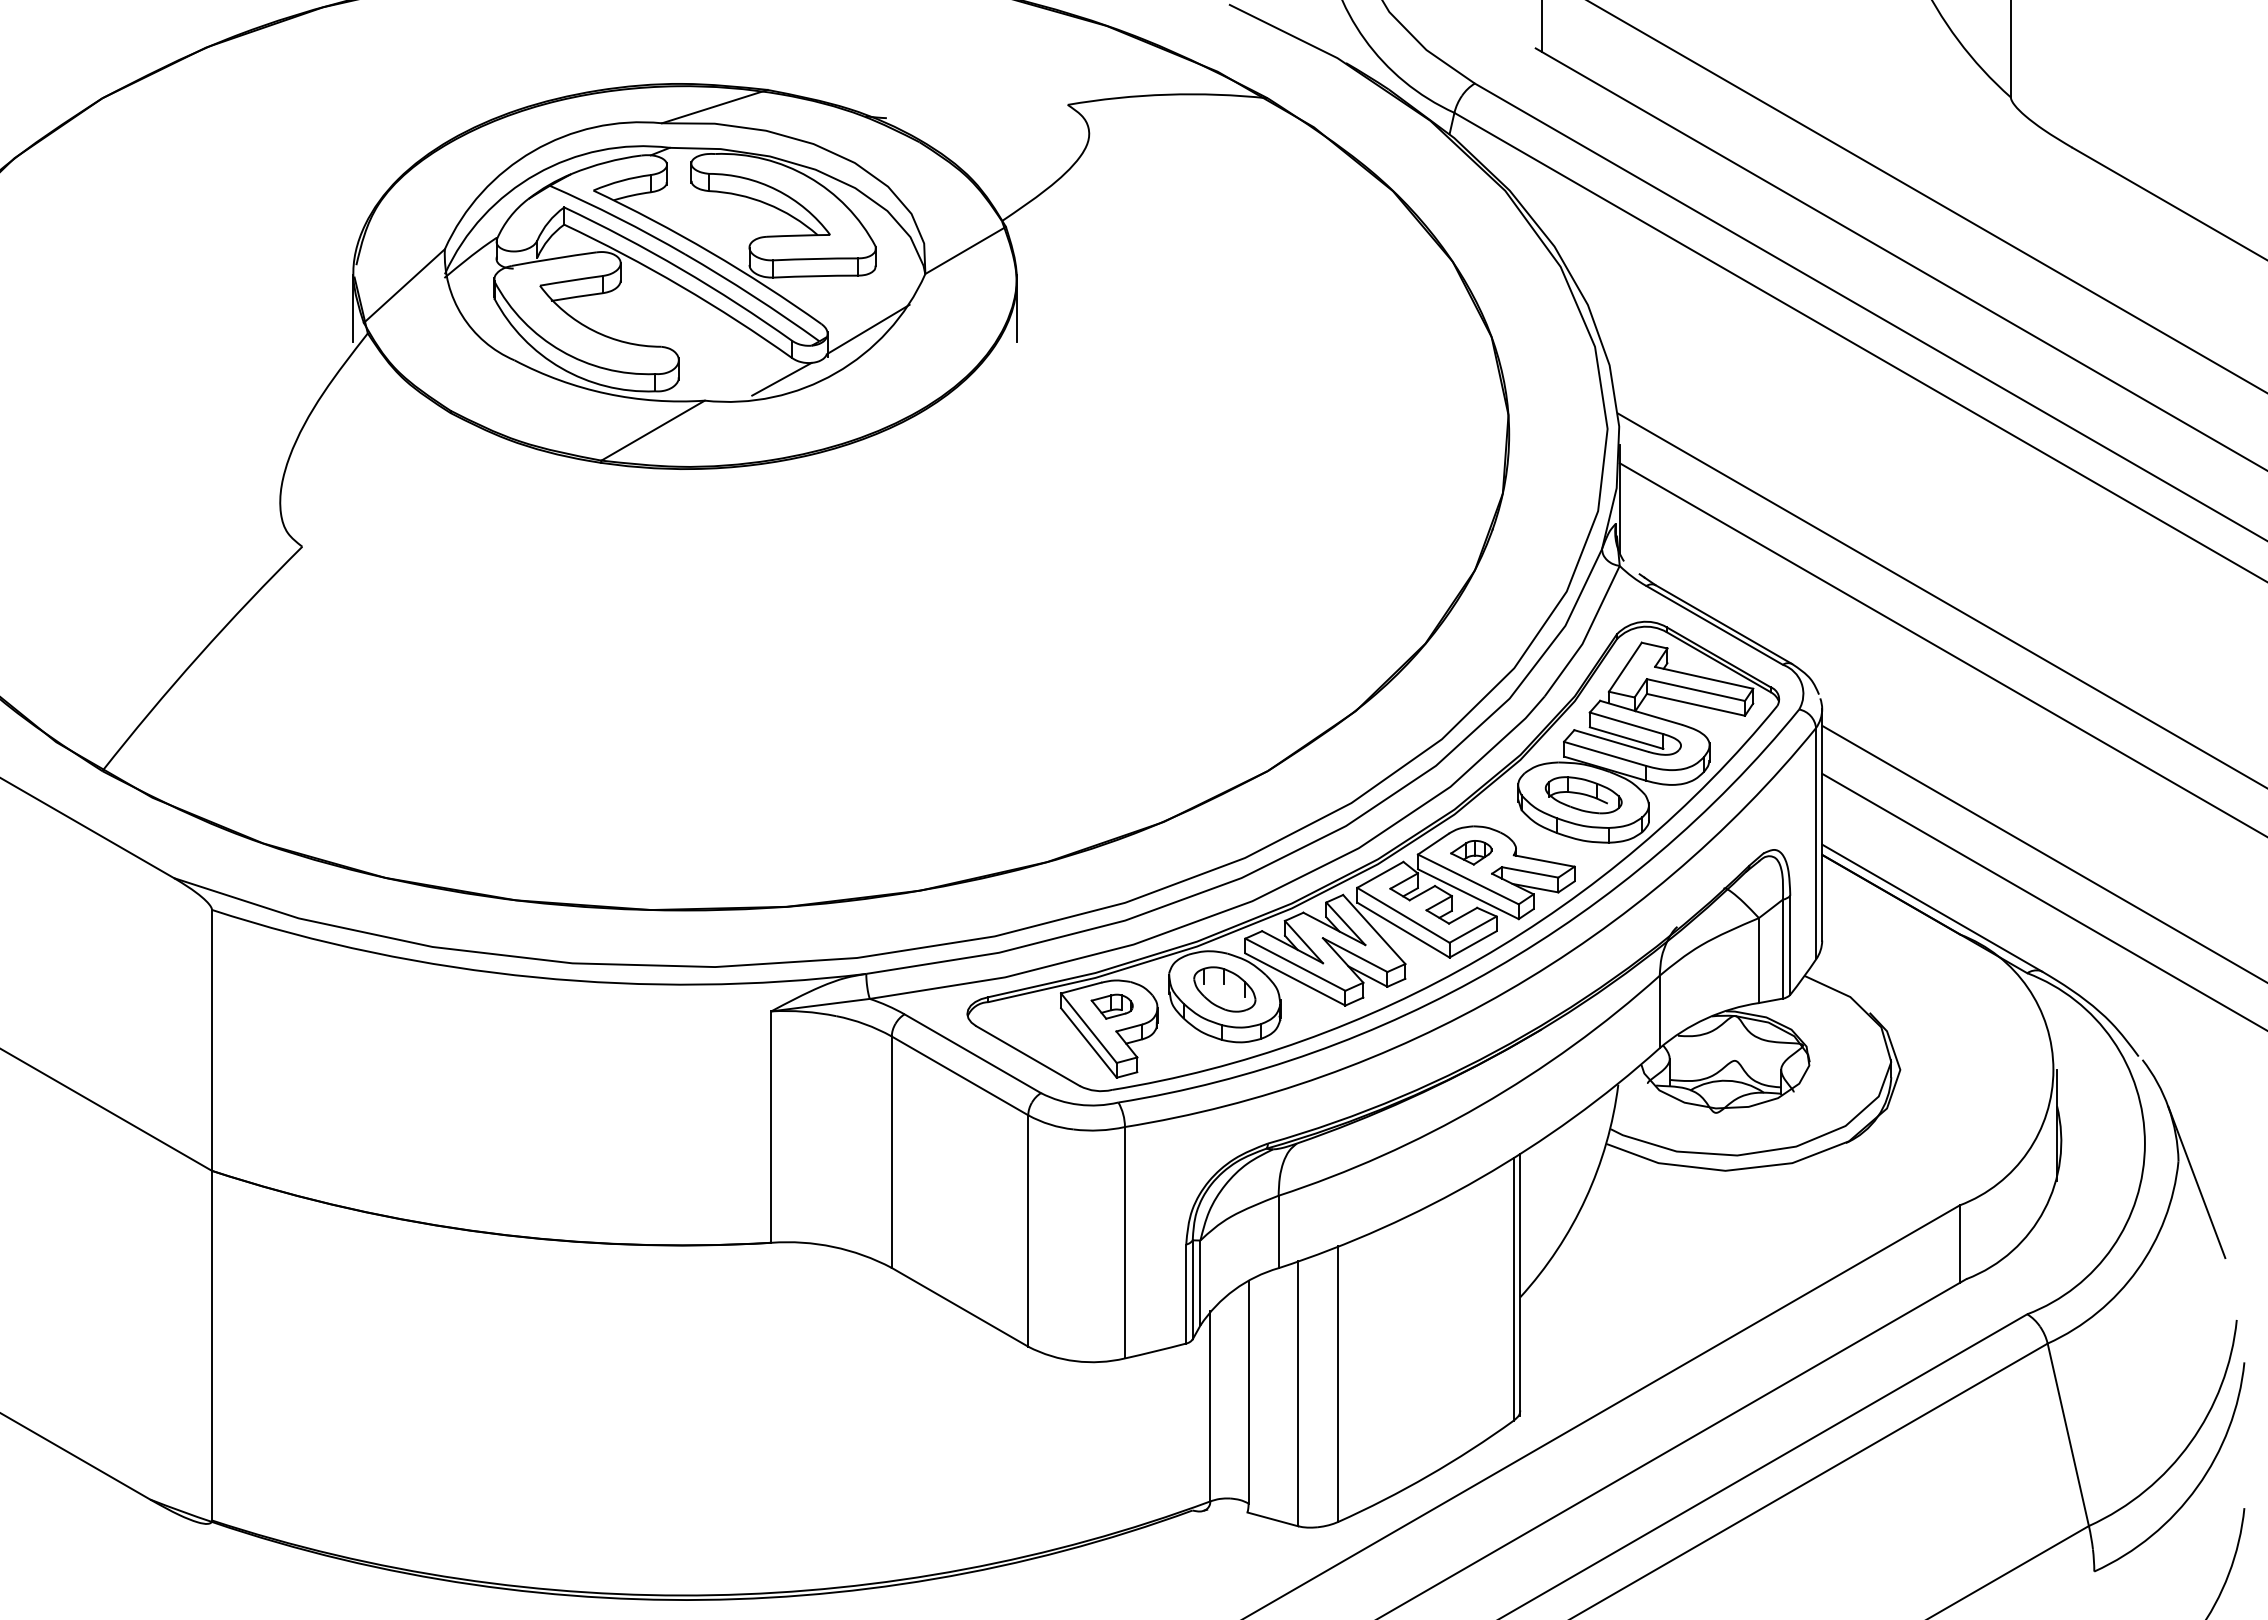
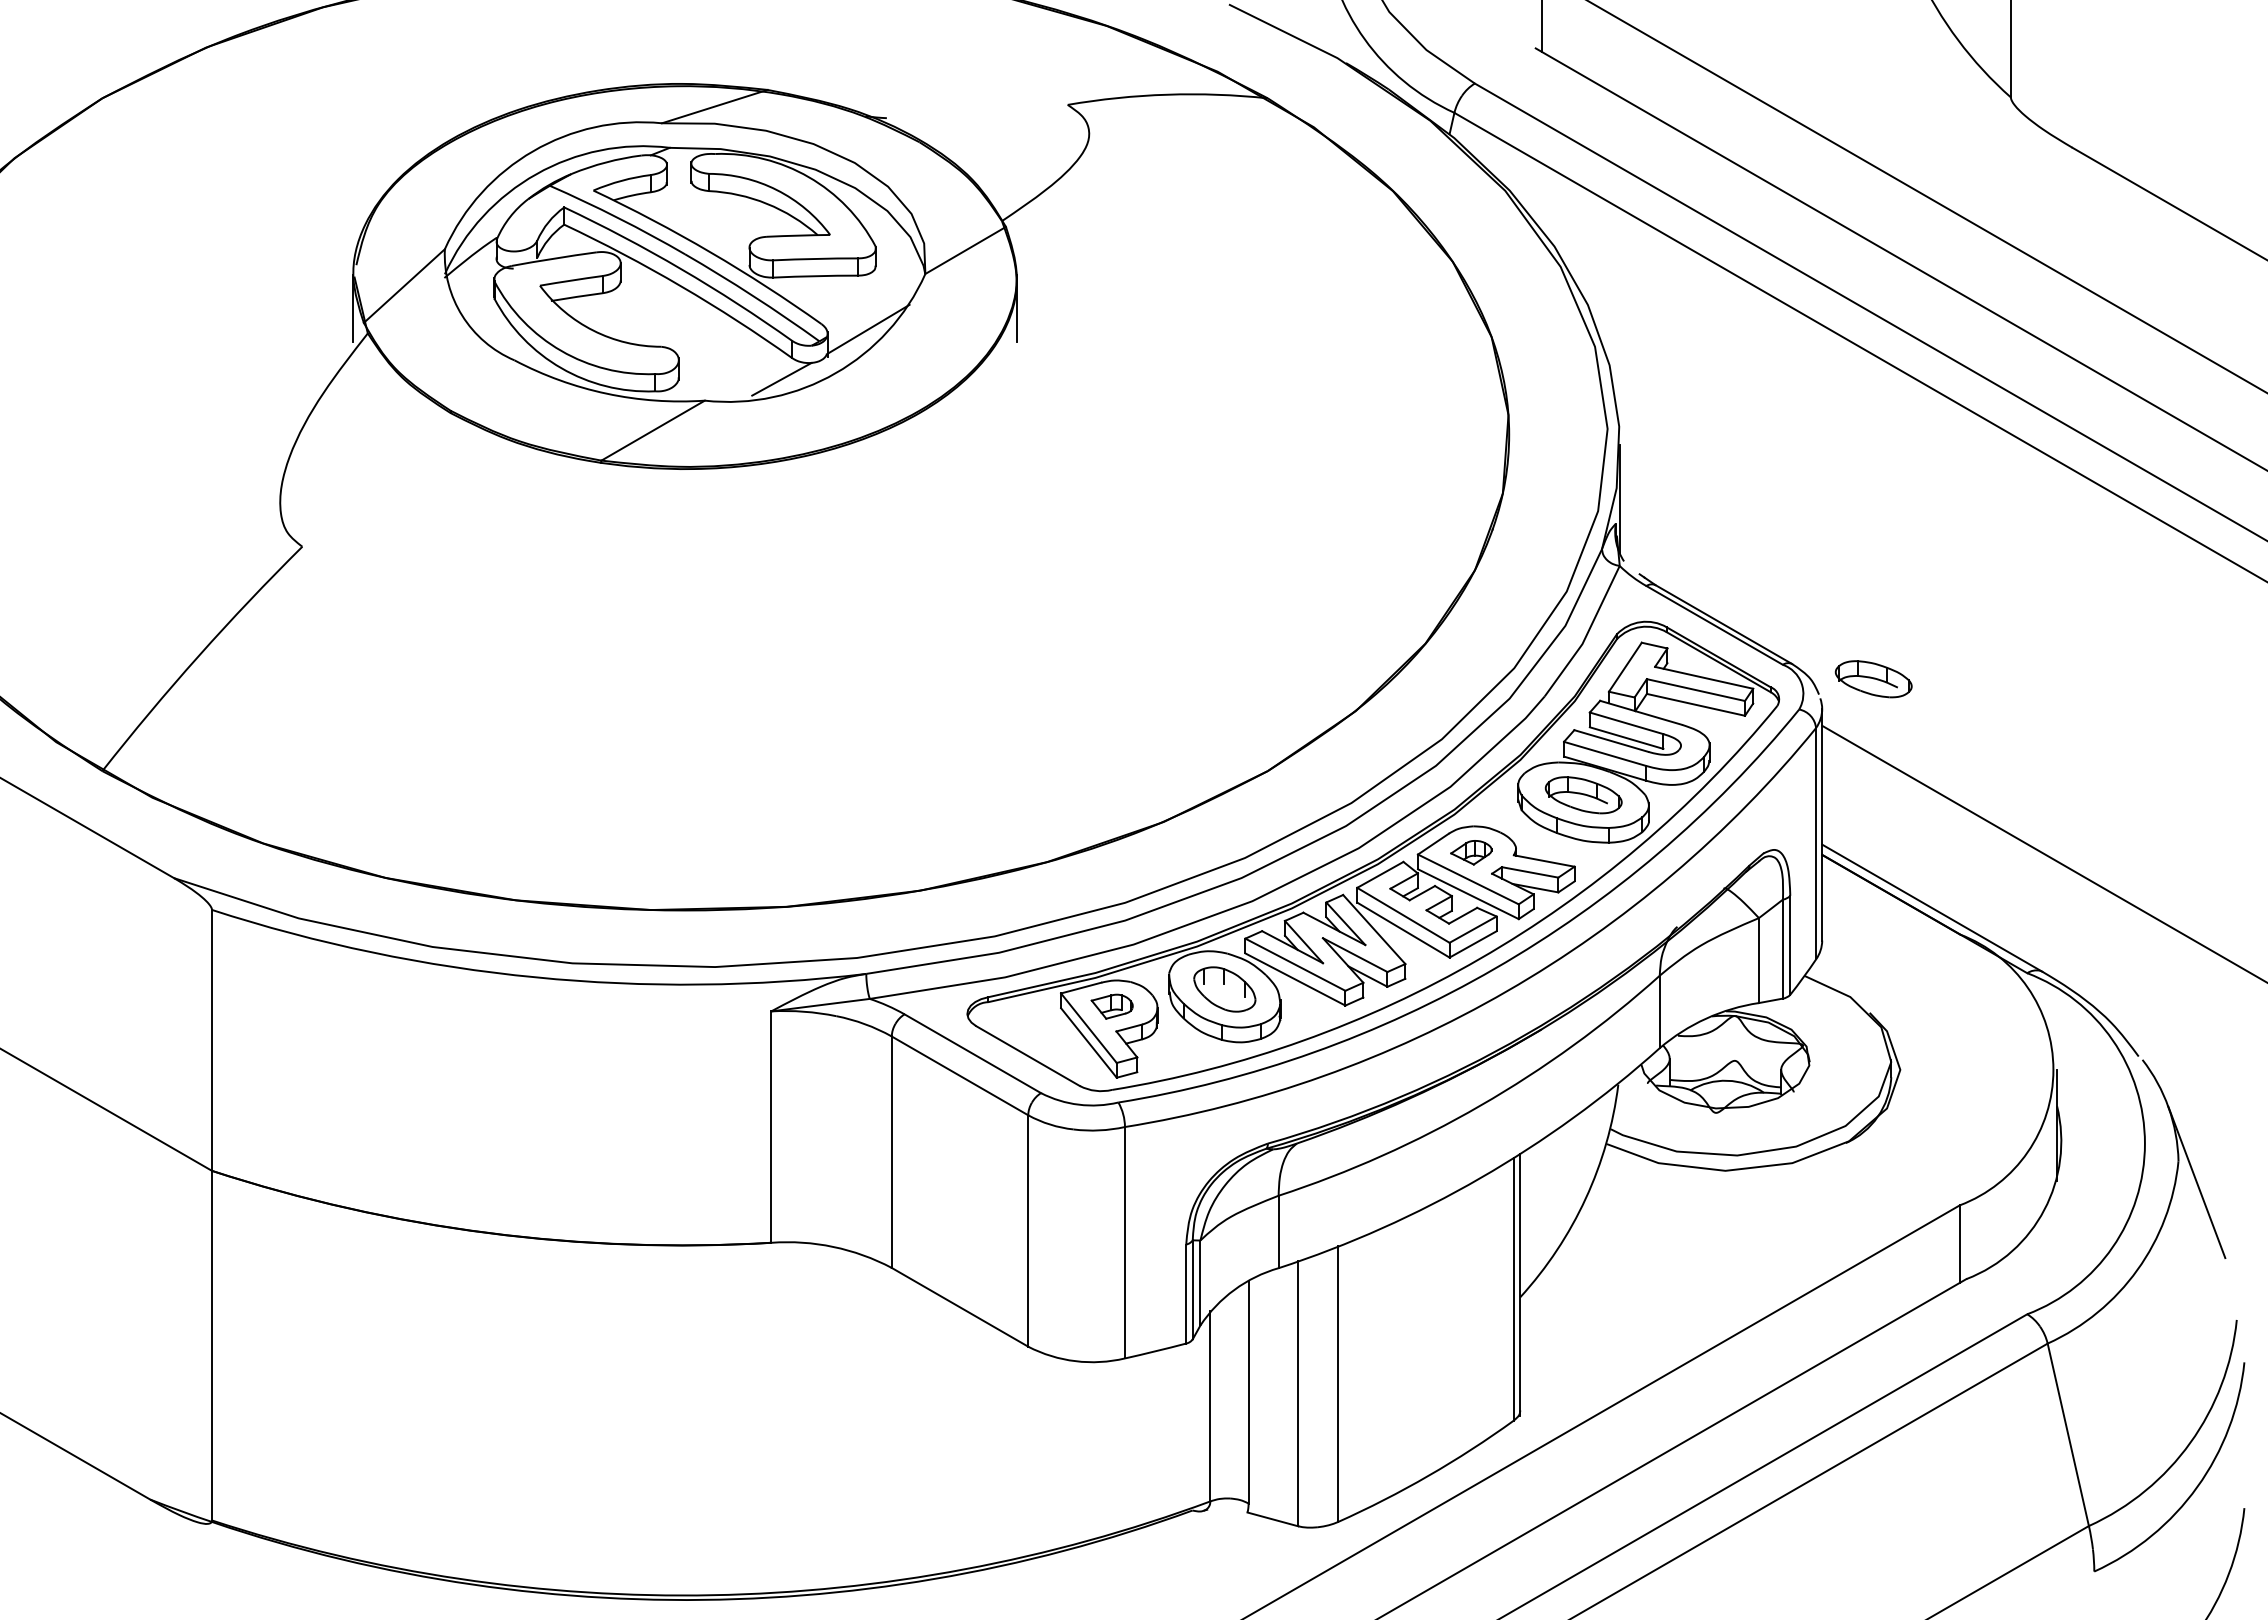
line at (1941, 599): present -> none
line at (1941, 649): present -> none
part at (1873, 679): none -> present
line at (2043, 901): present -> none
